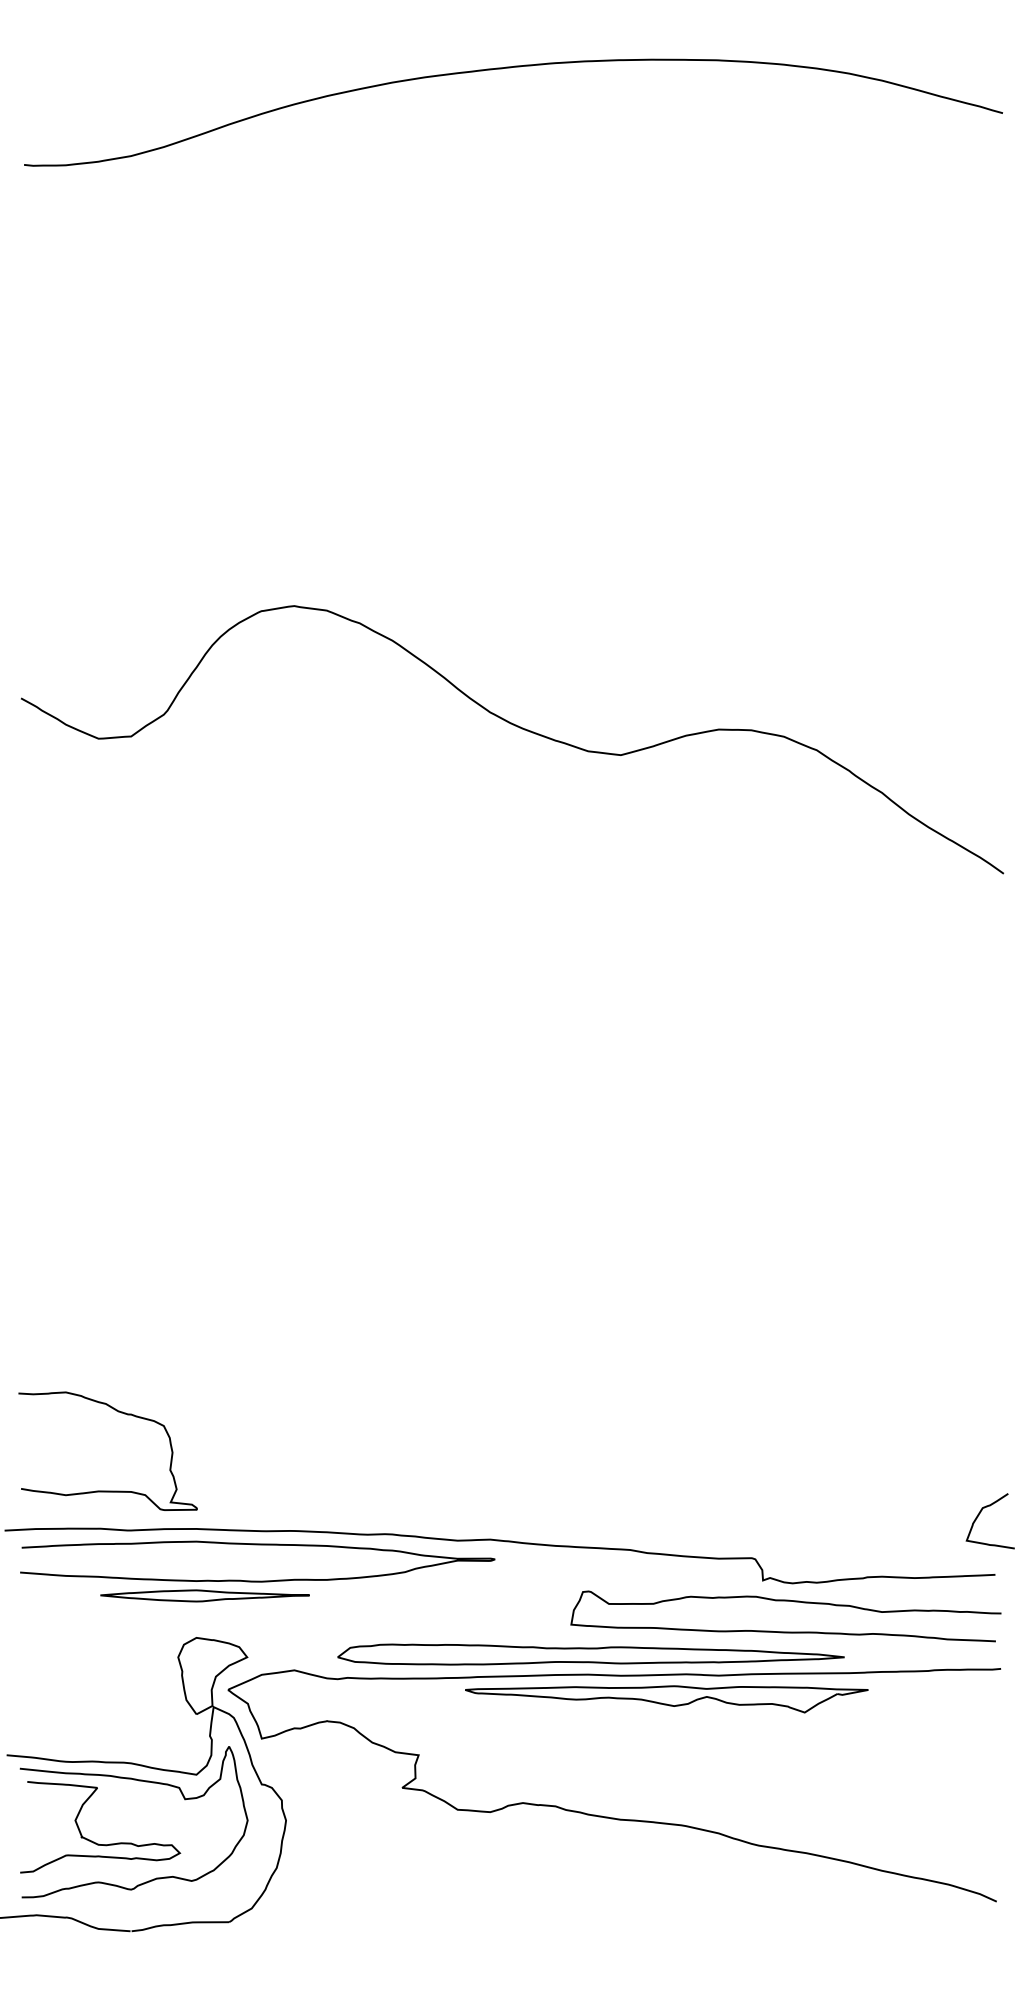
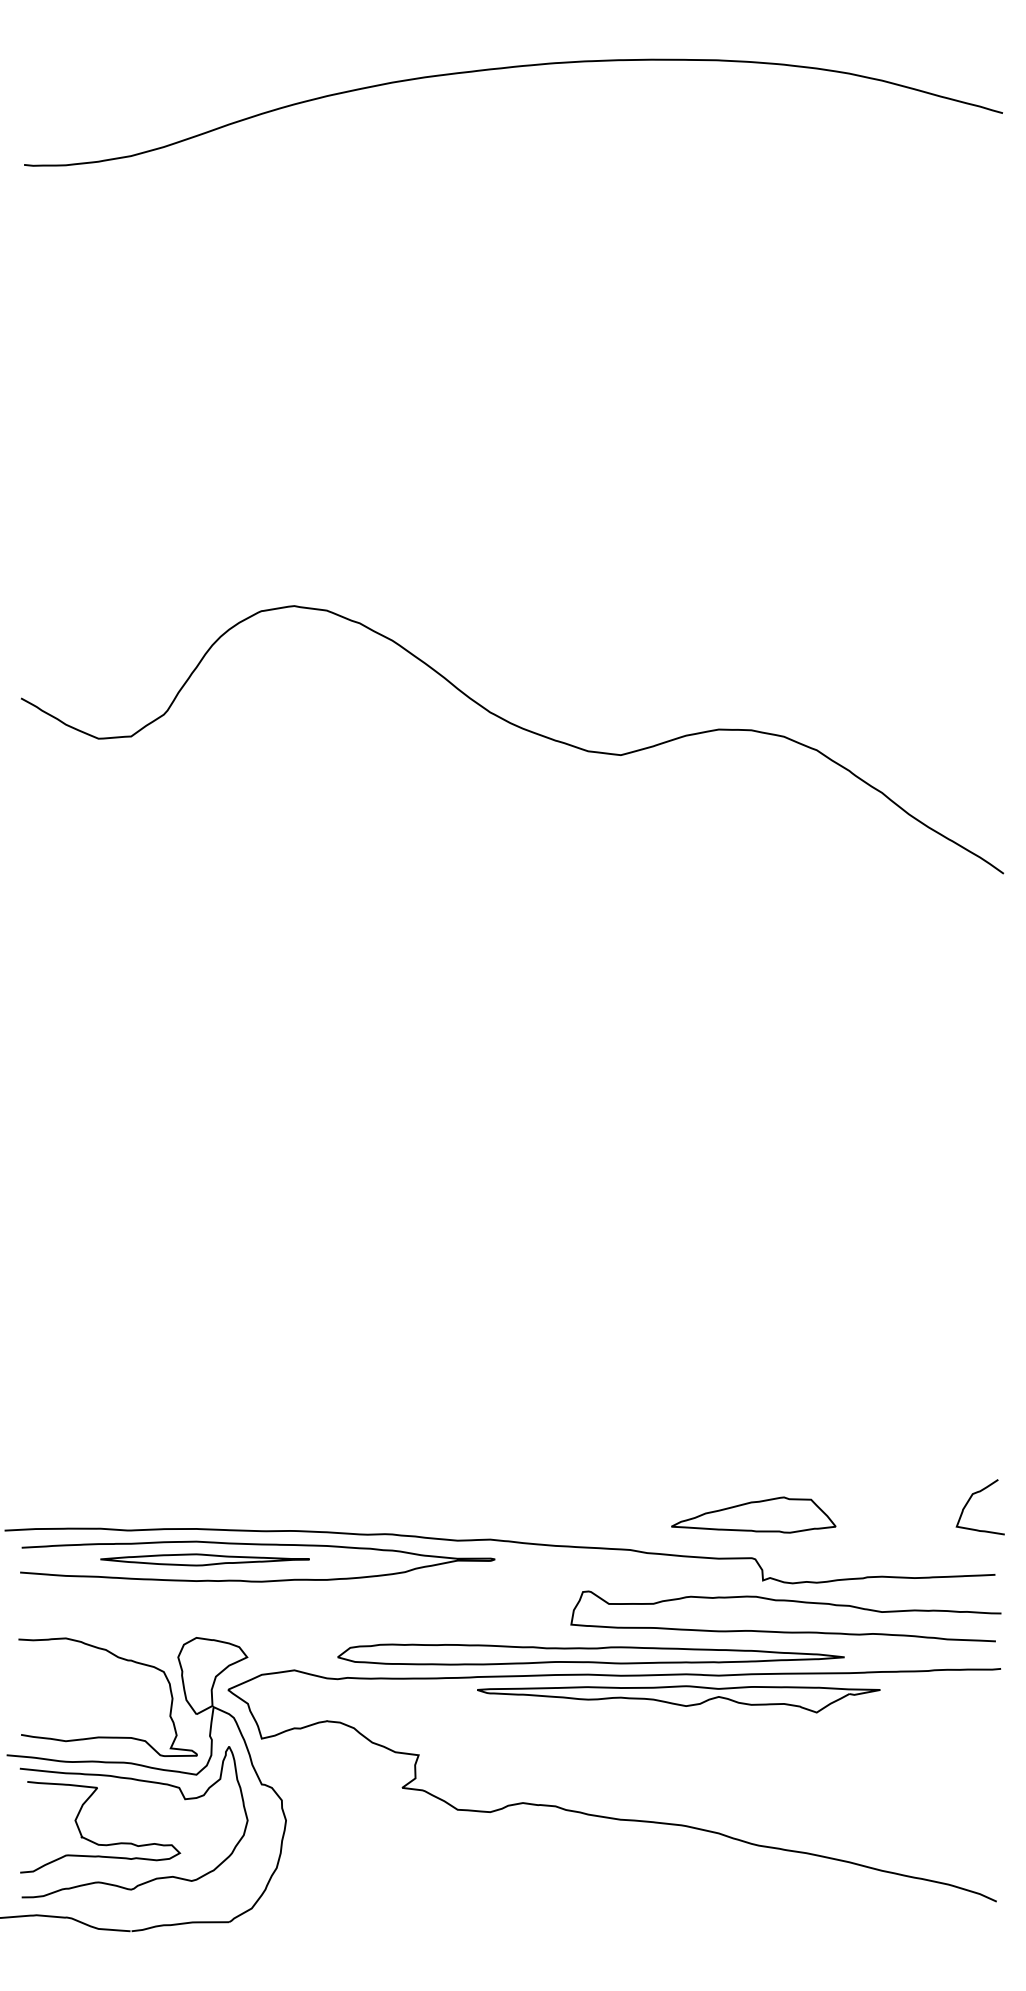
curve at (118, 1412) position: (118, 1412) -> (118, 1658)
part at (753, 1514): none -> present
curve at (979, 1515) position: (979, 1515) -> (969, 1501)
part at (204, 1595) position: (204, 1595) -> (204, 1559)
part at (666, 1699) position: (666, 1699) -> (678, 1699)
